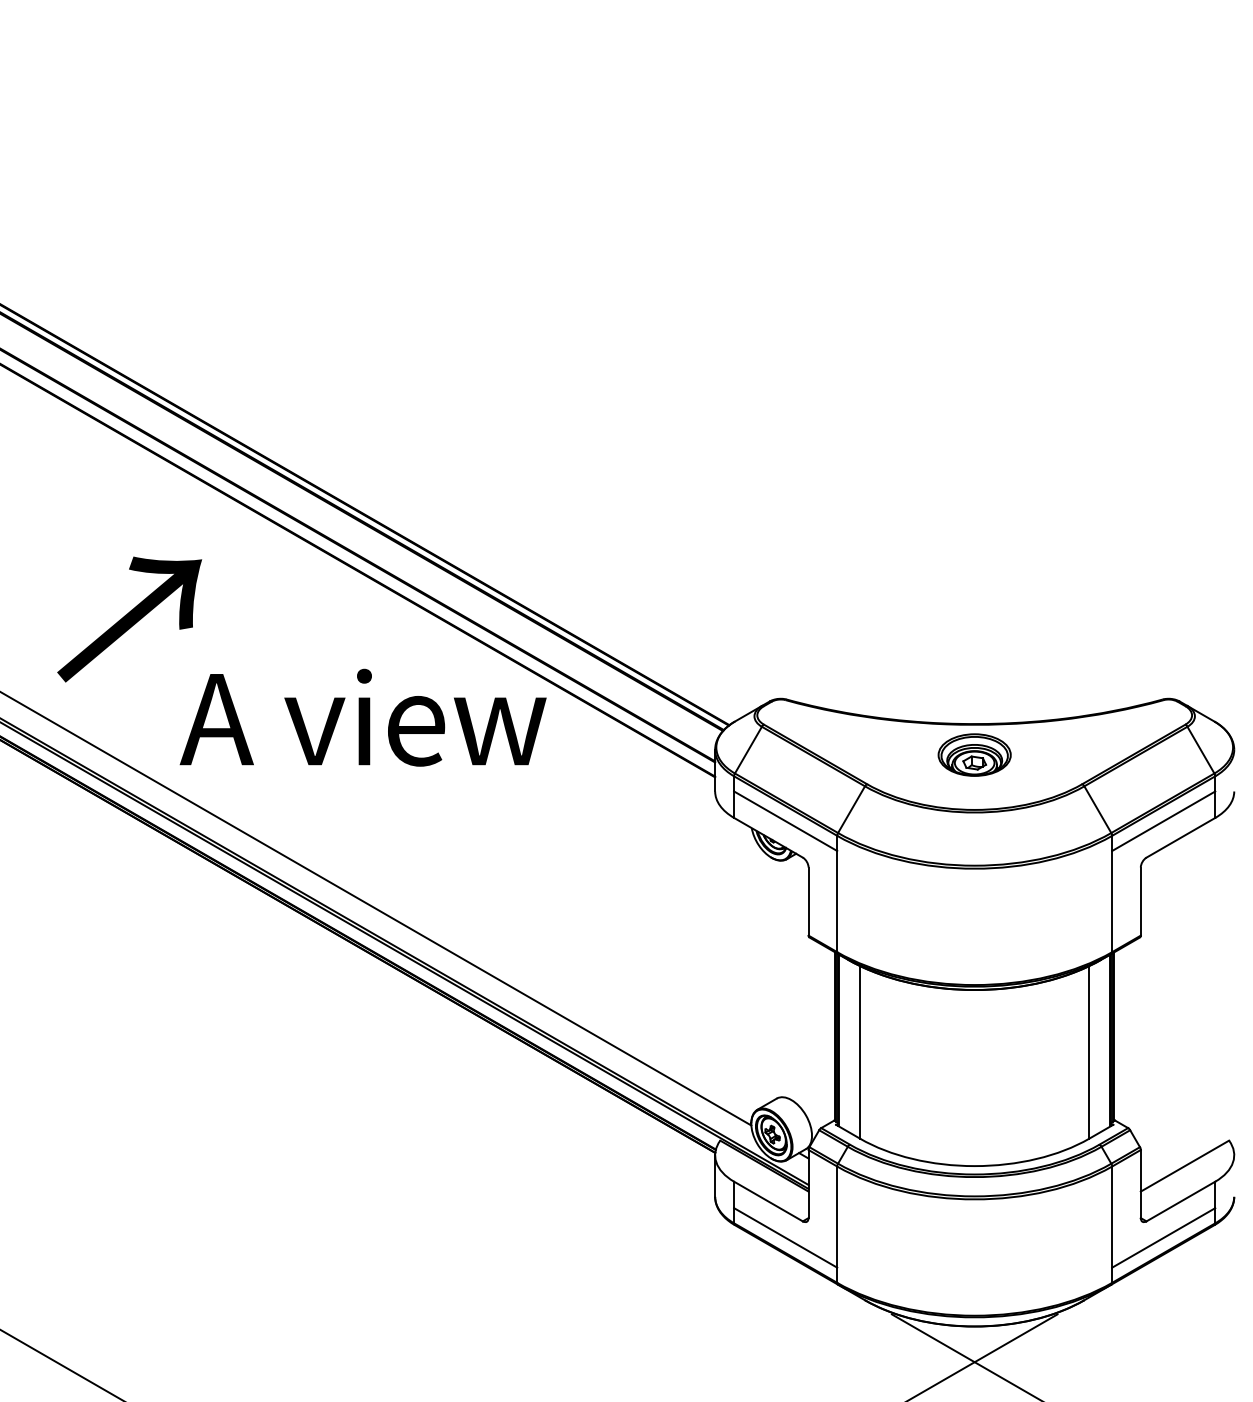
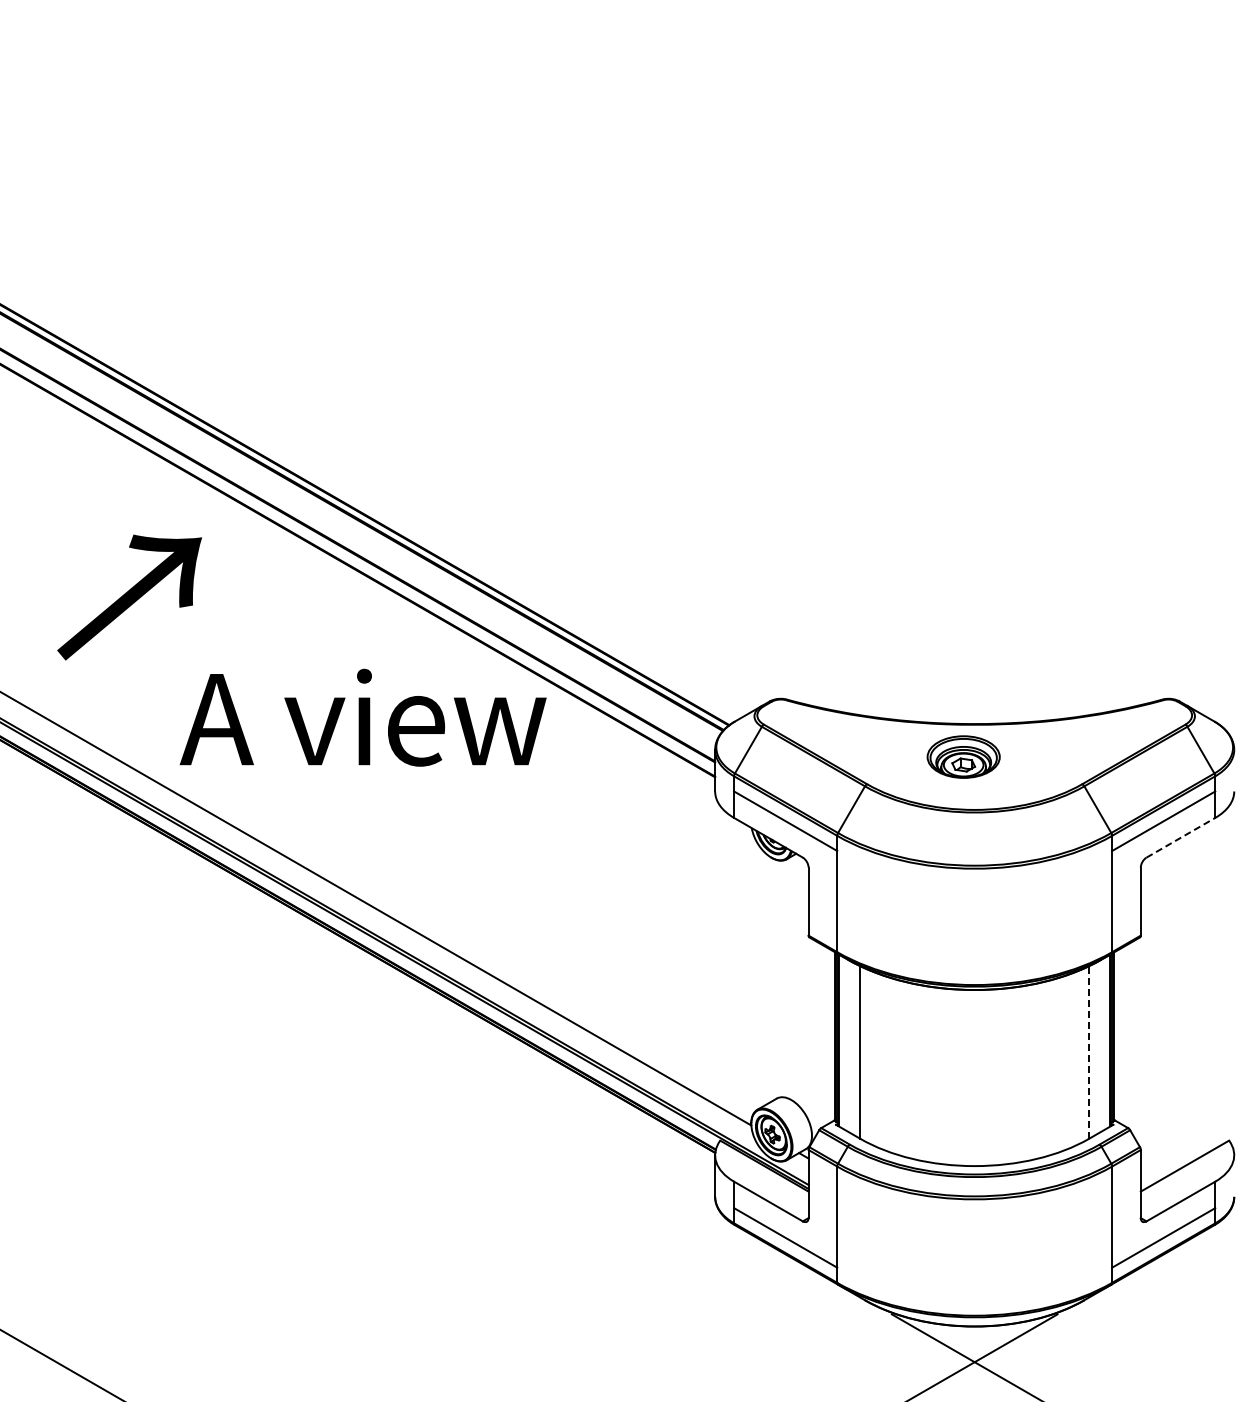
text at (129, 619) position: (129, 619) -> (129, 597)
part at (974, 754) position: (974, 754) -> (963, 756)
line at (1180, 837): solid -> dashed
line at (1089, 1051): solid -> dashed
